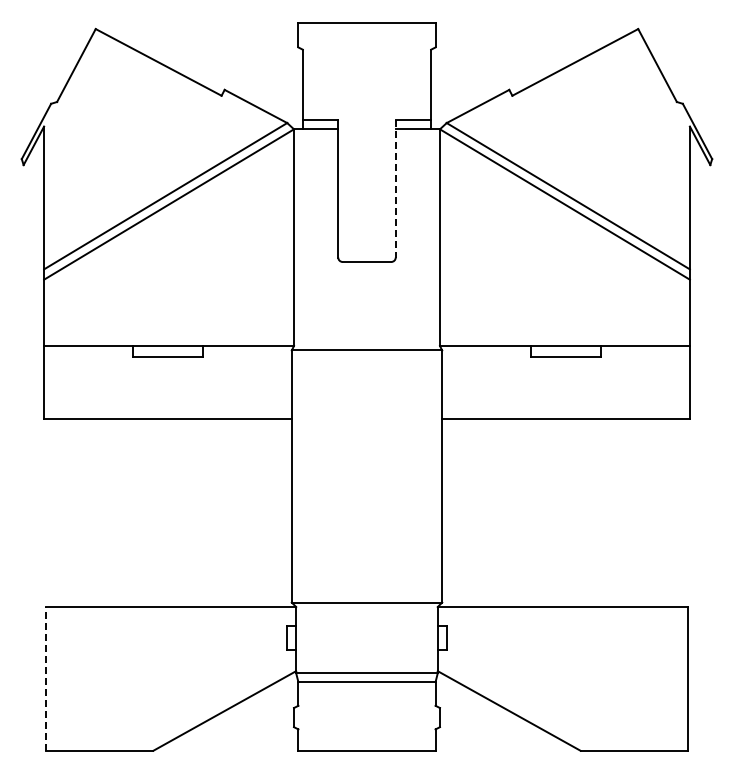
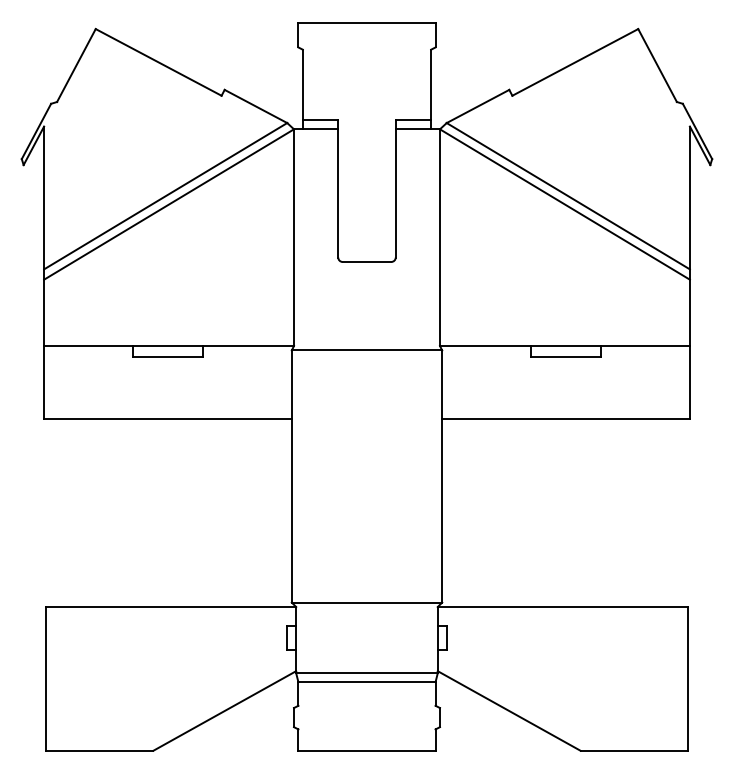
line at (395, 189): dashed -> solid
line at (46, 678): dashed -> solid
